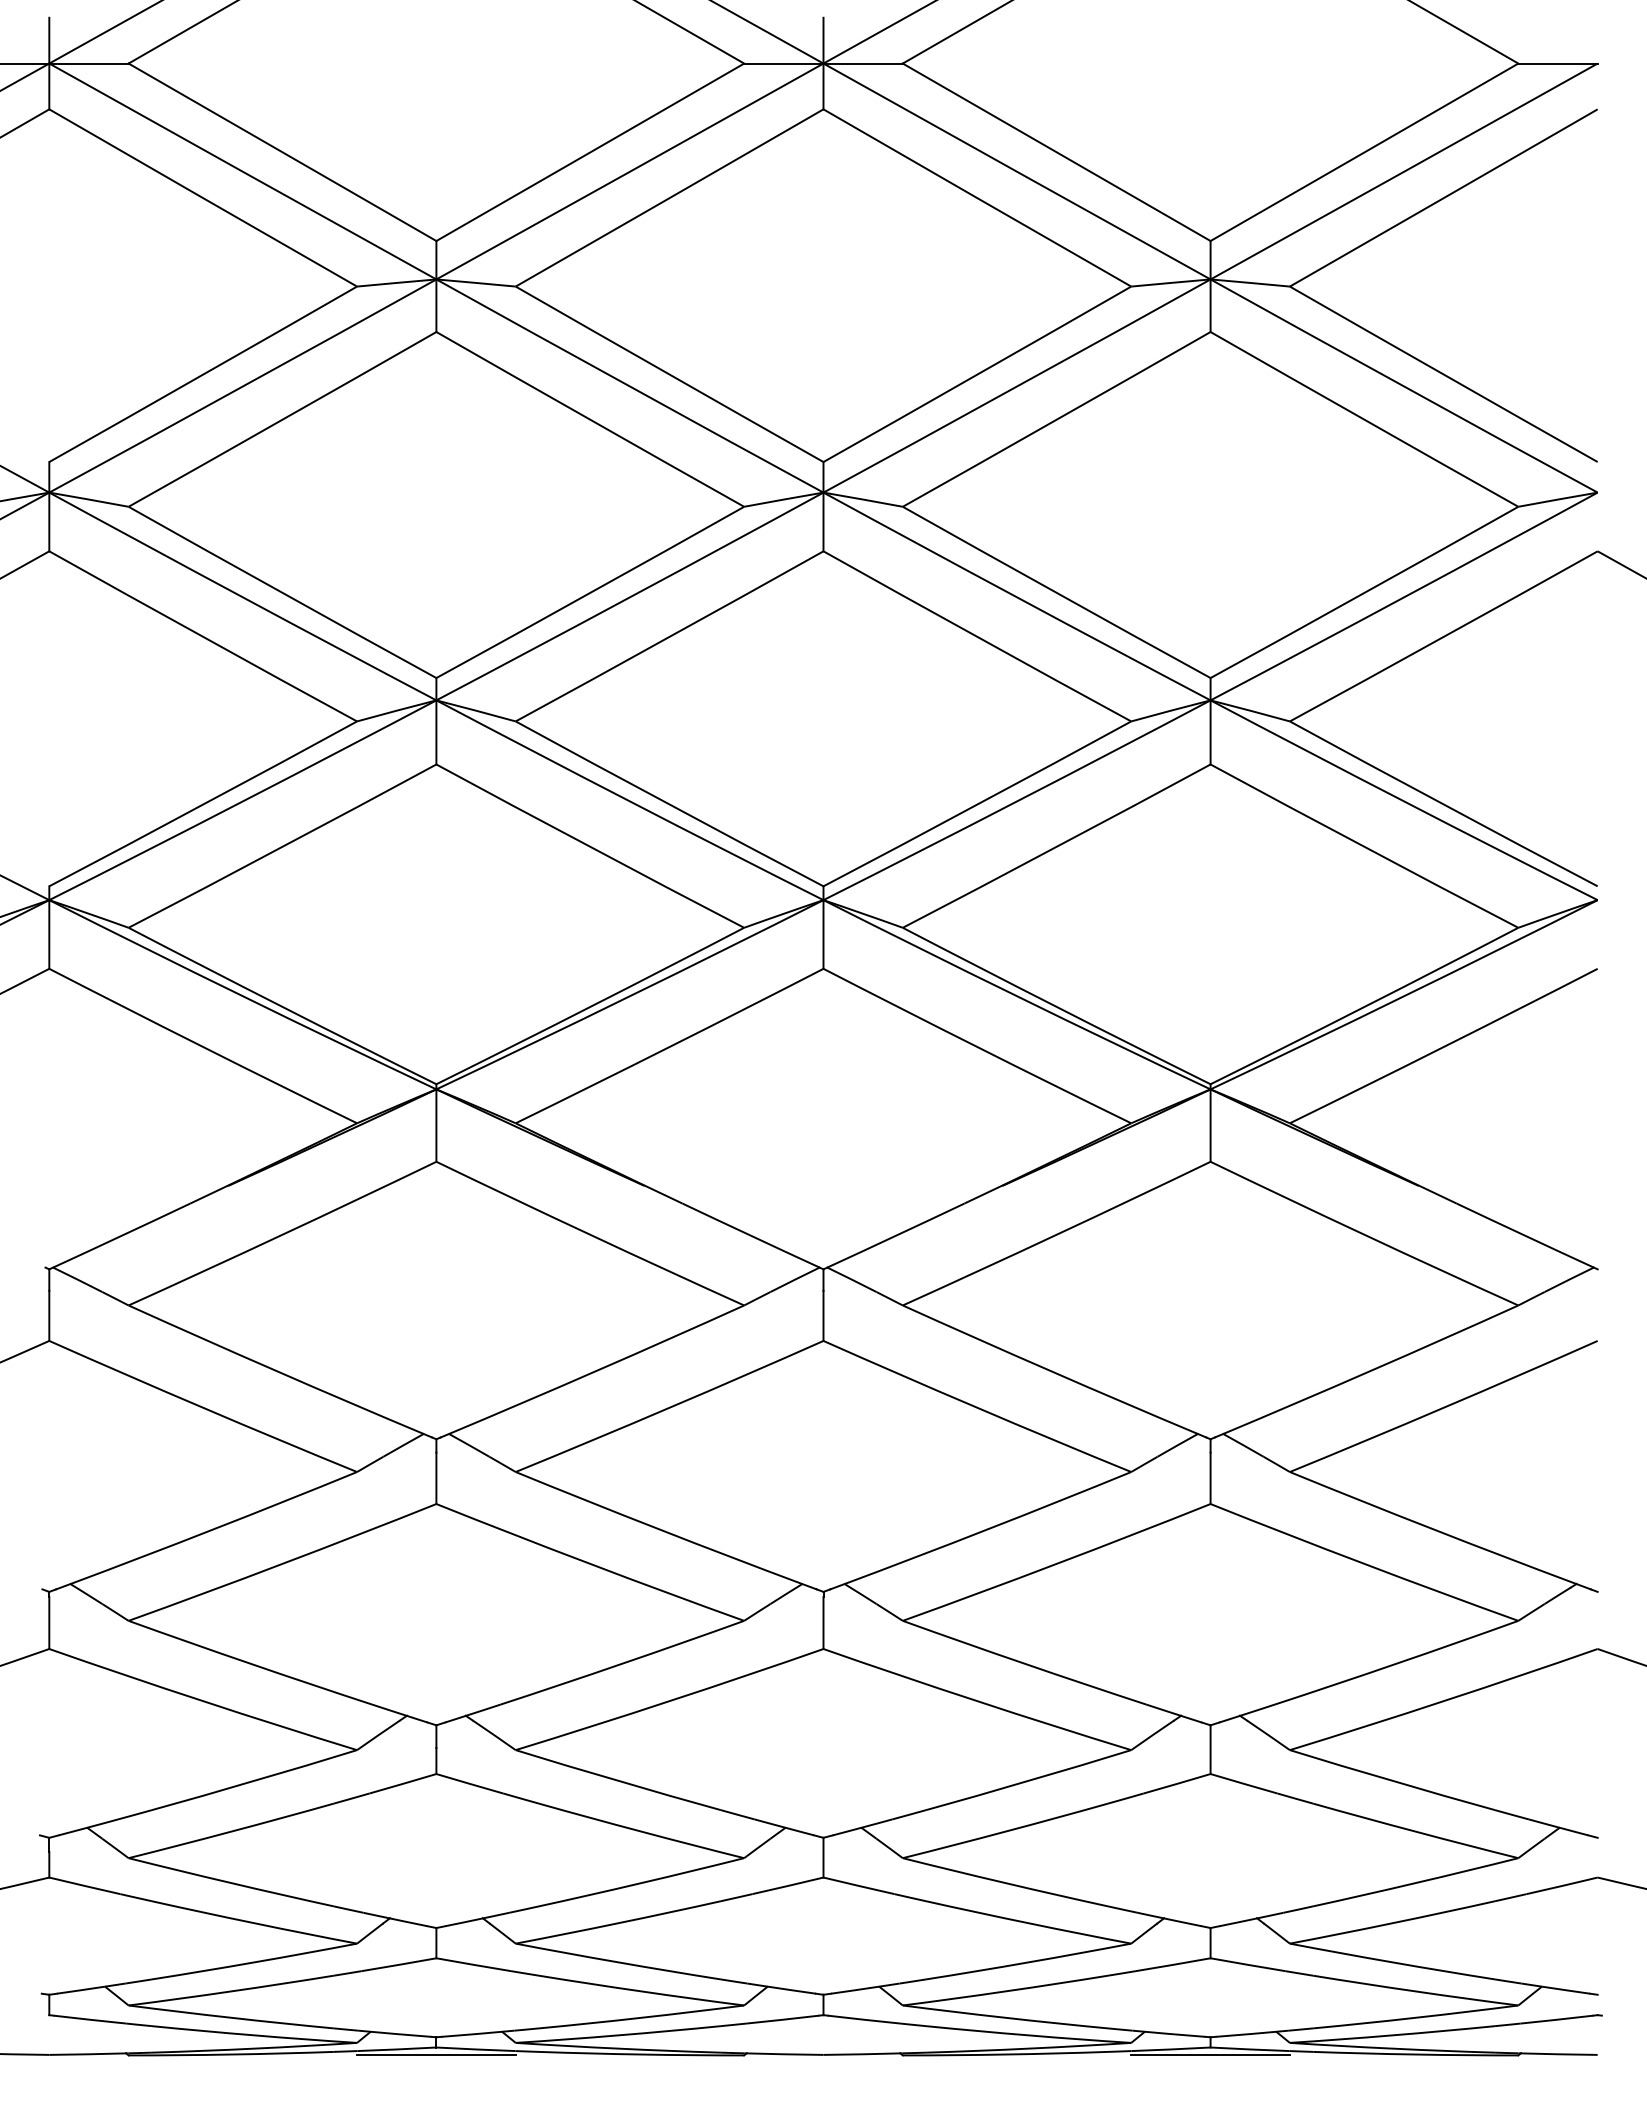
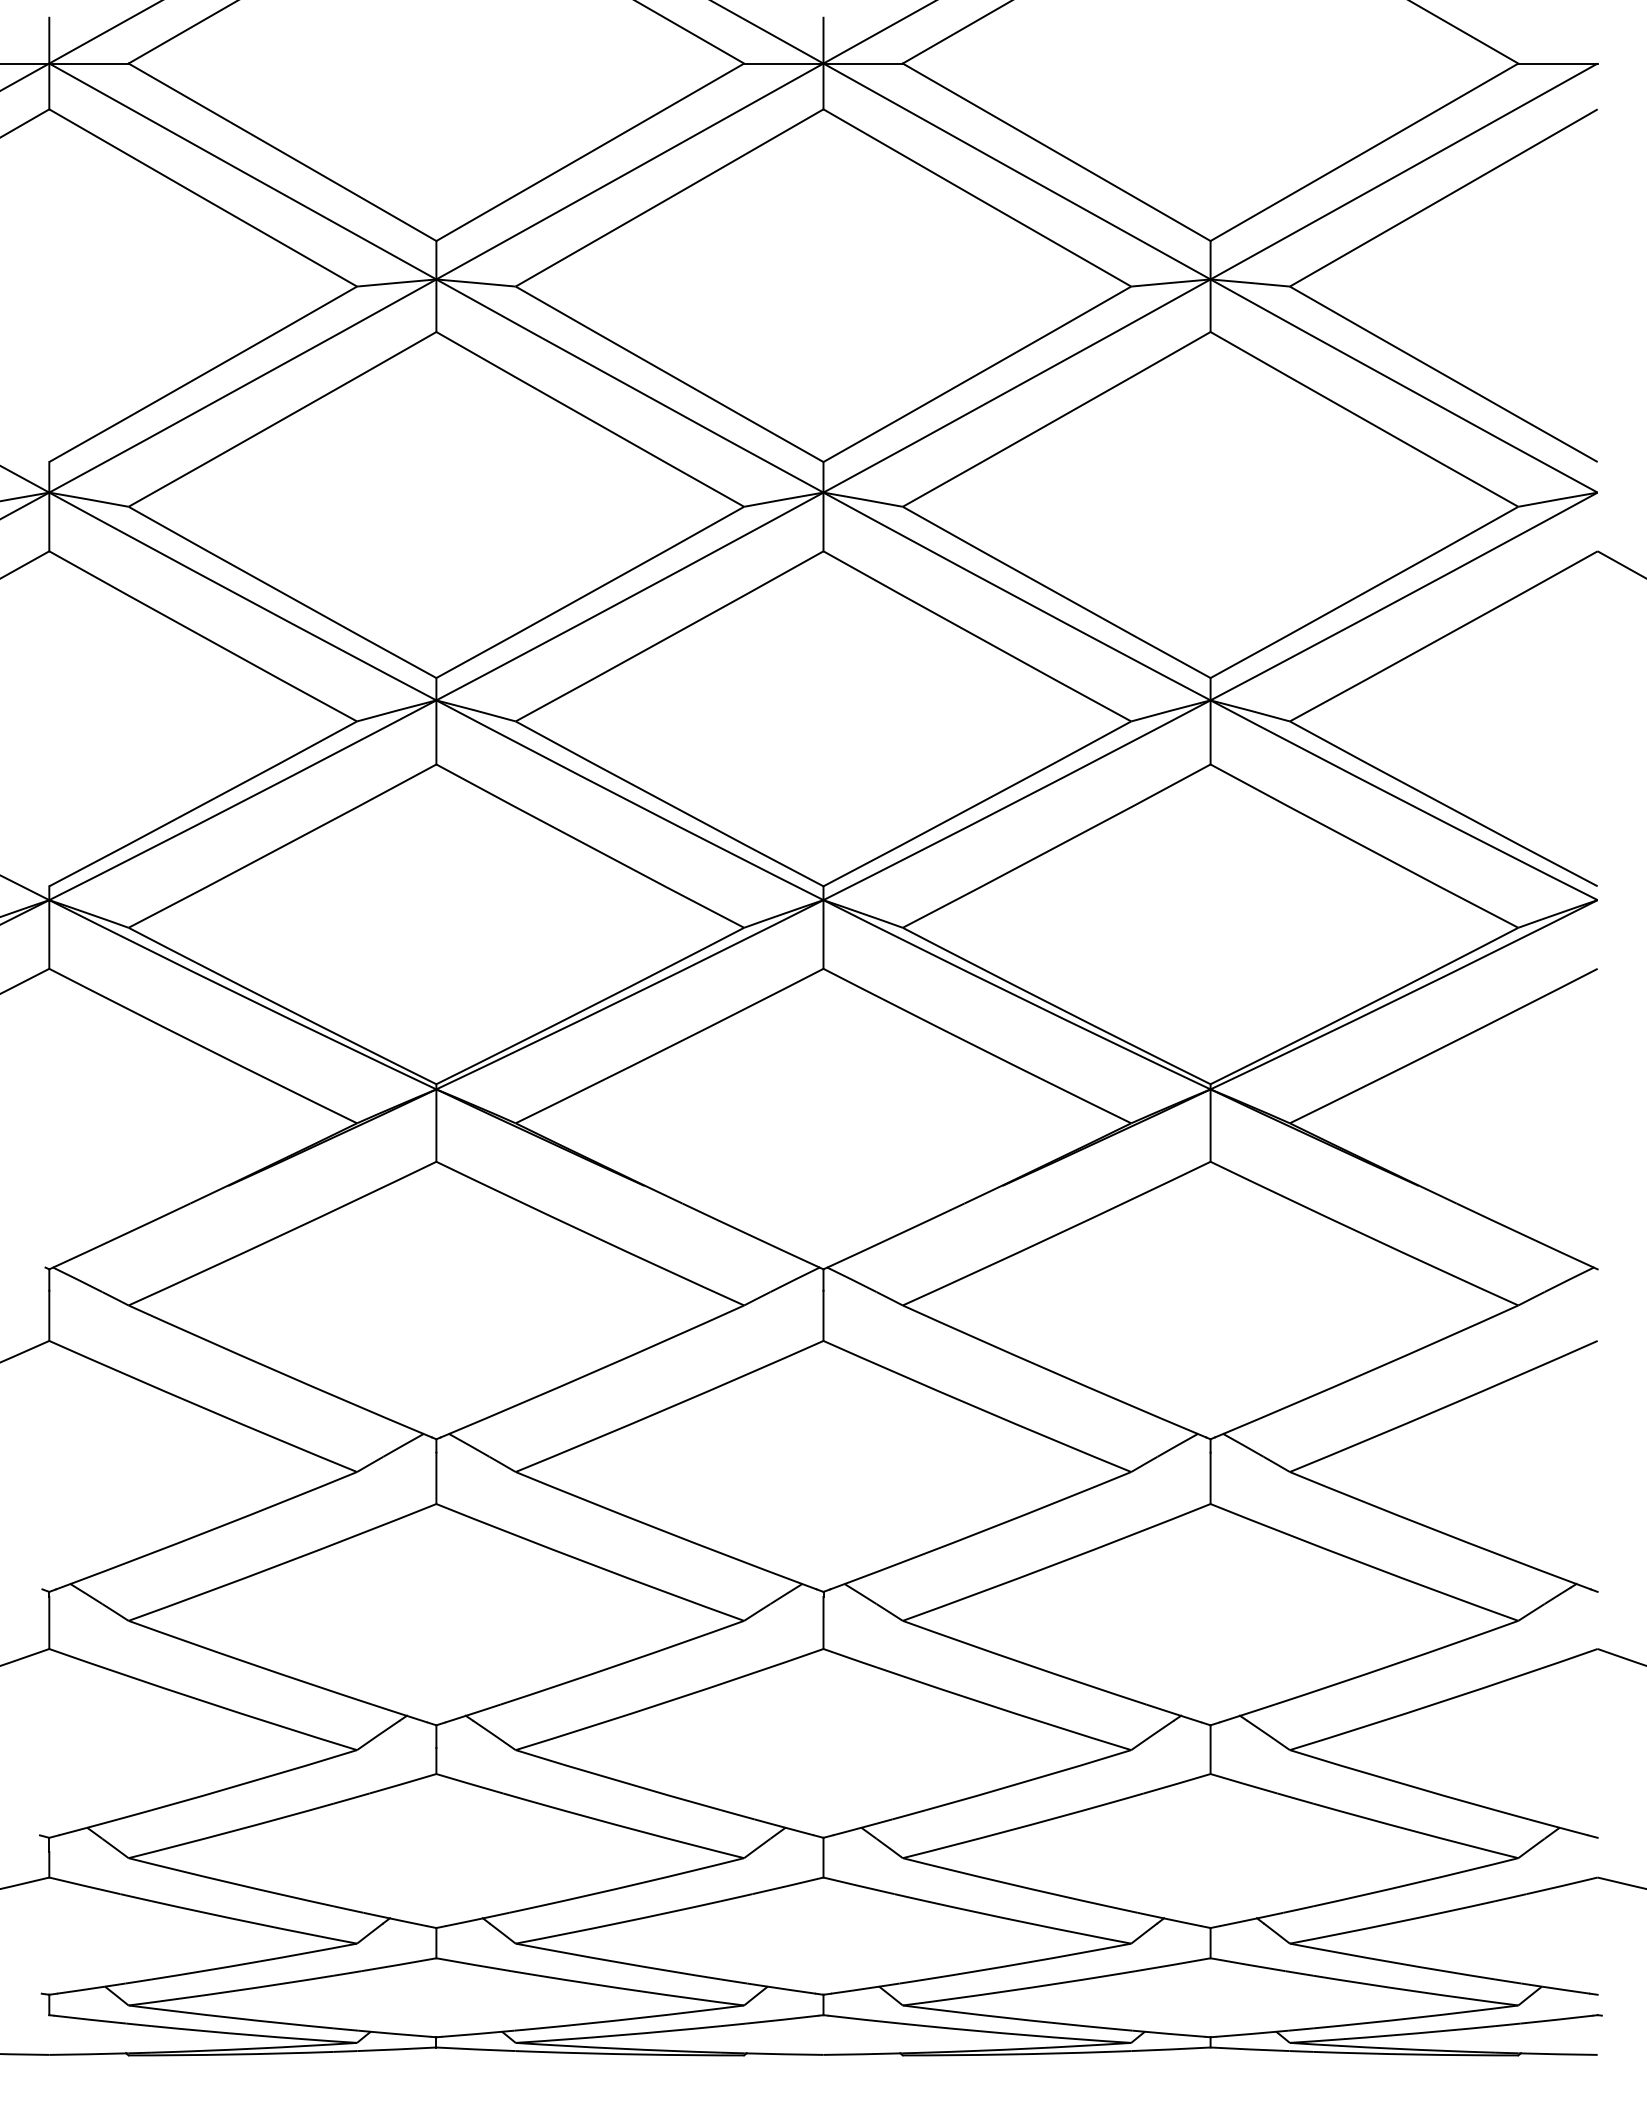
line at (436, 2055): present -> none
line at (1210, 2055): present -> none
